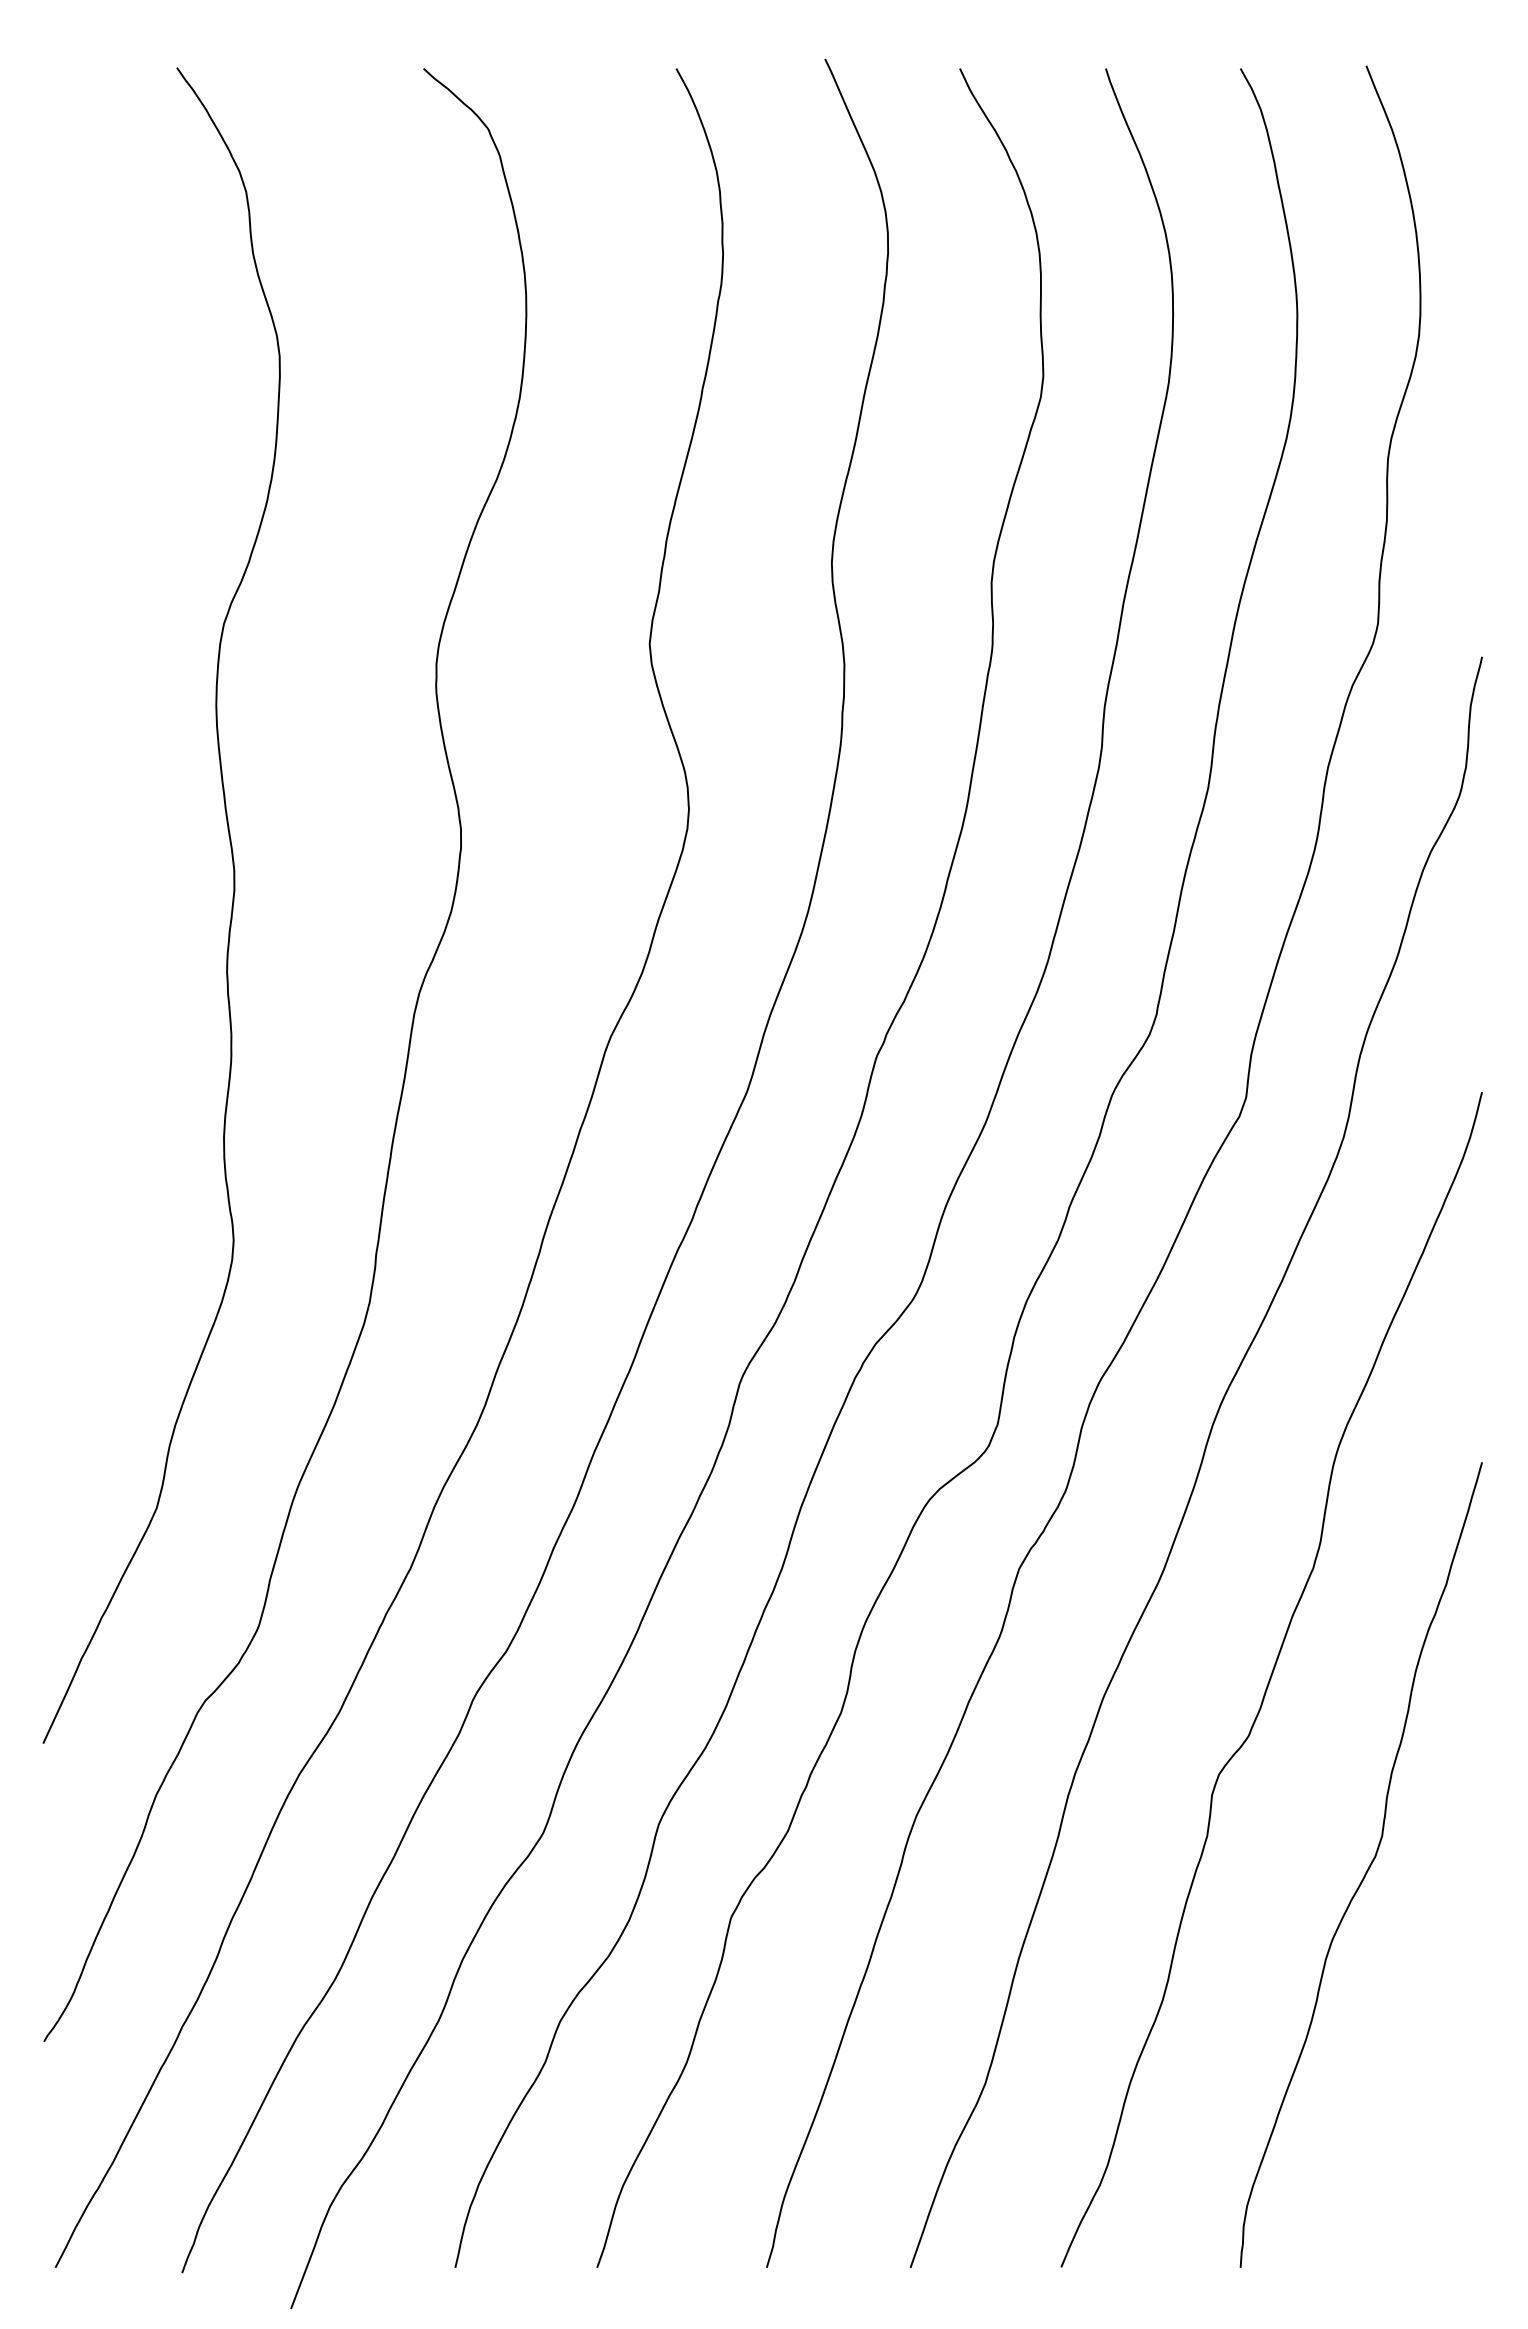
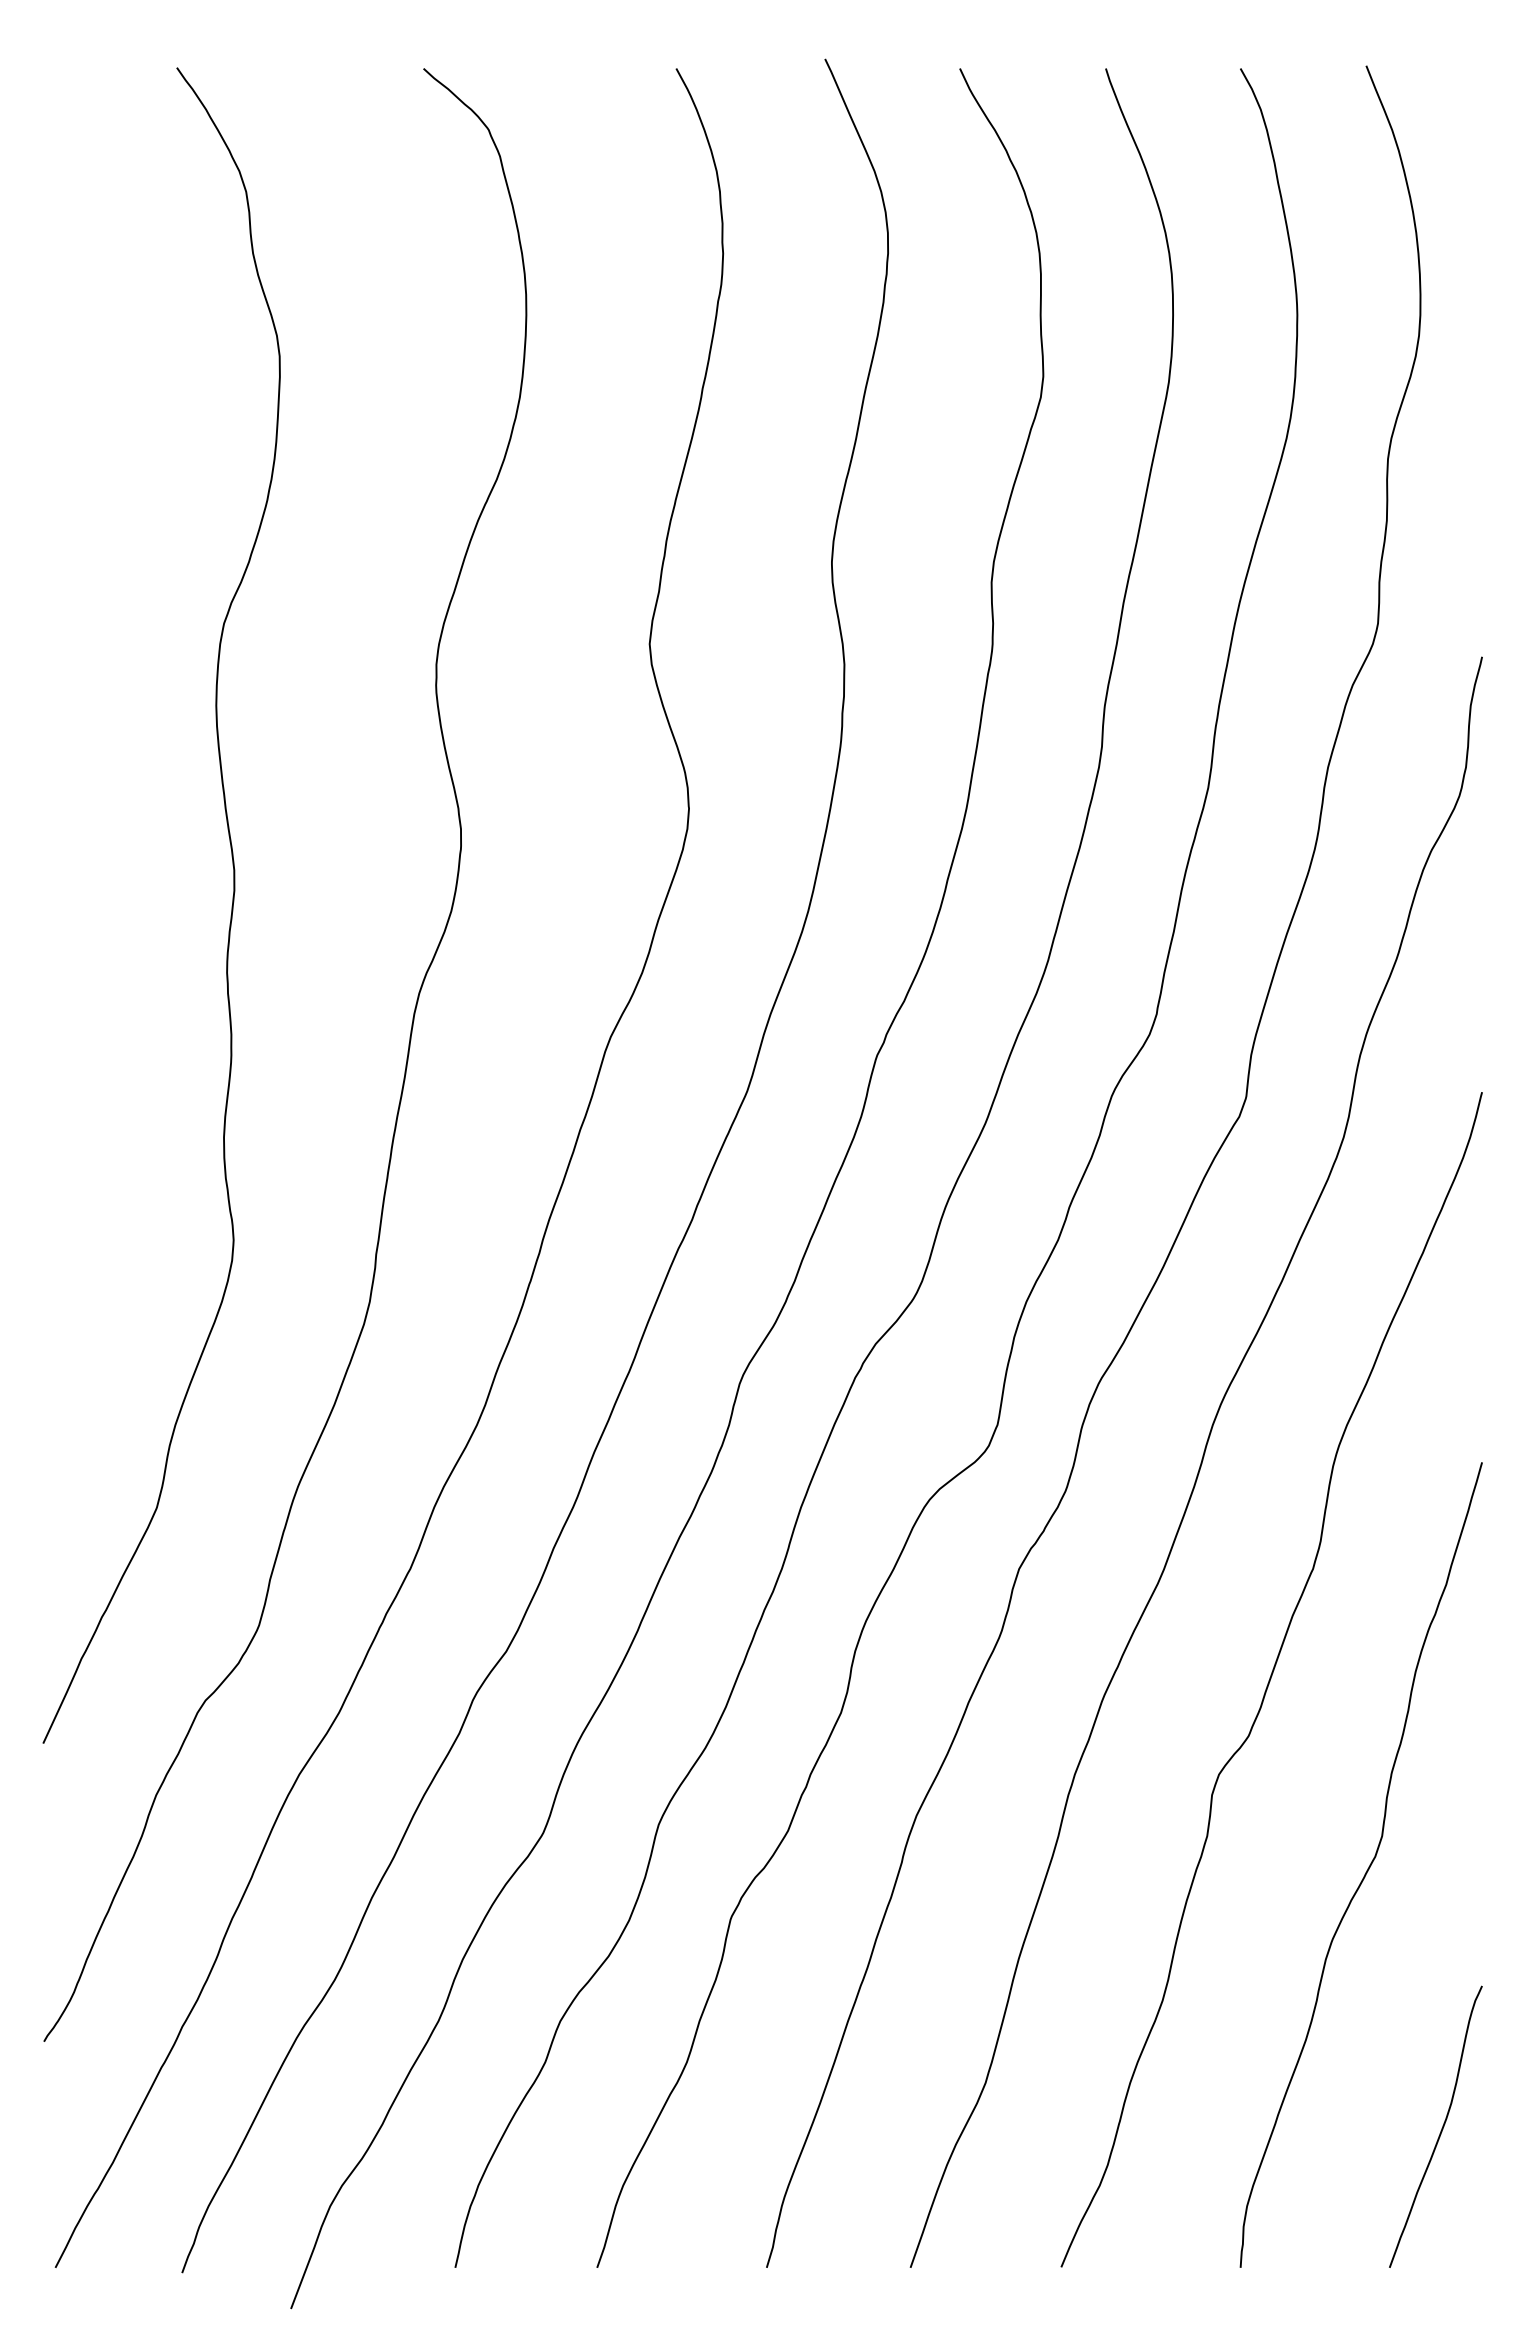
curve at (1441, 2128): none -> present
